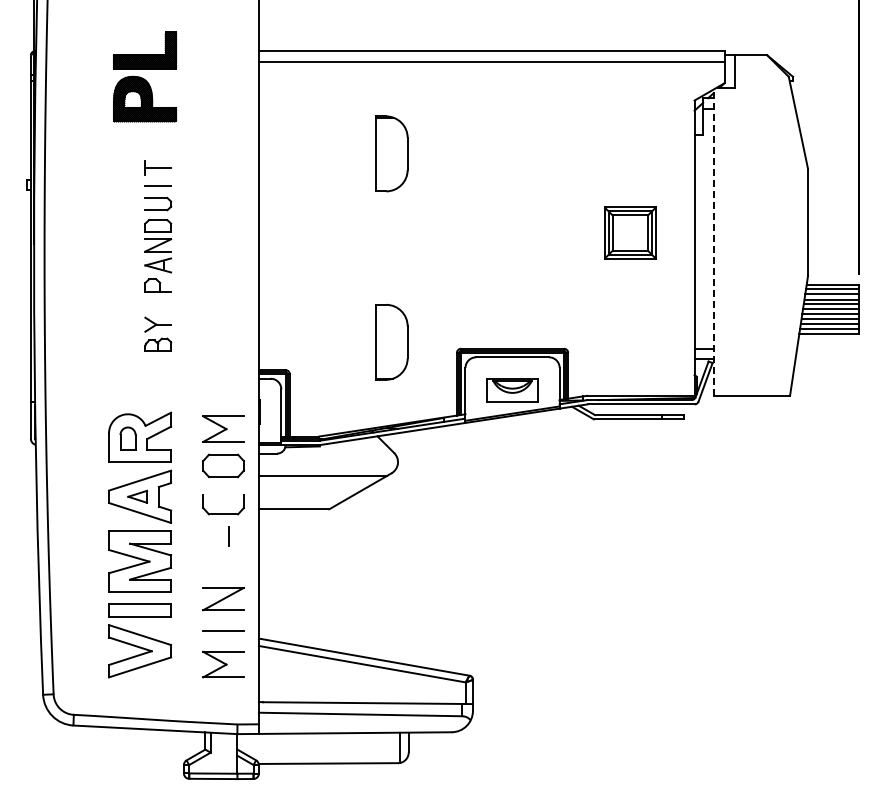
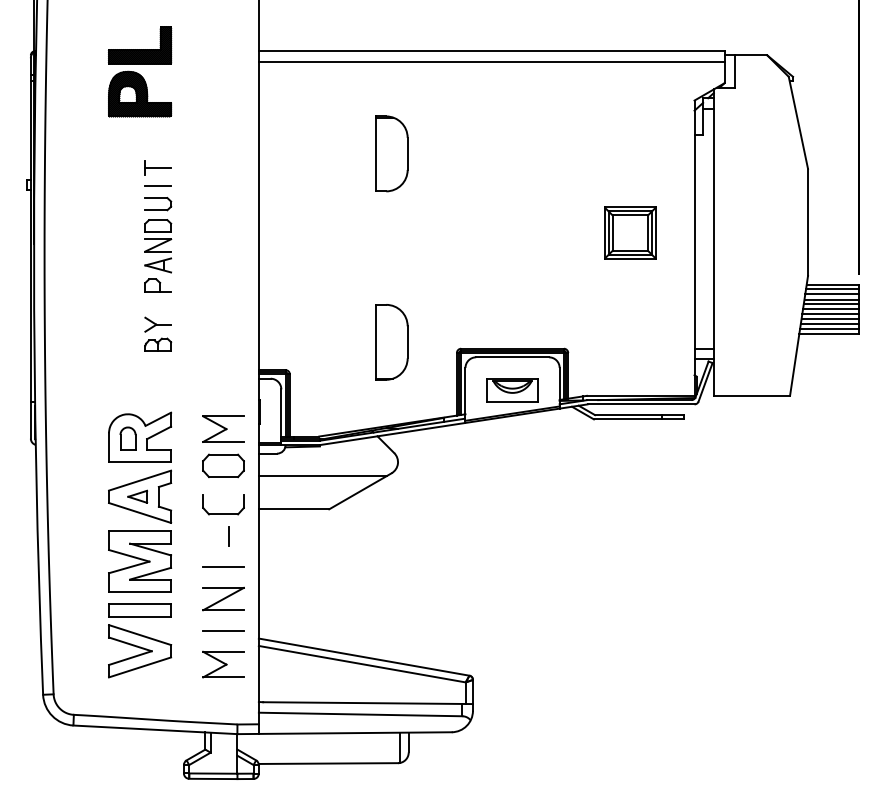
part at (145, 76) position: (145, 76) -> (140, 71)
line at (713, 242): dashed -> solid
line at (223, 566): none -> present
